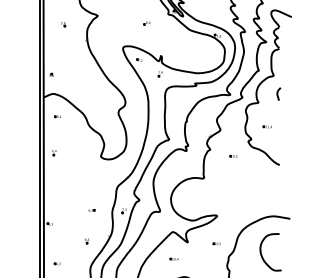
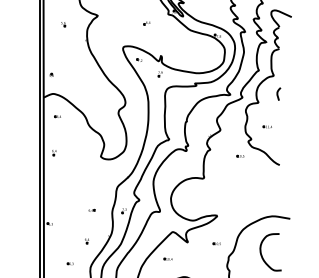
part at (233, 155) position: (233, 155) -> (240, 155)
part at (173, 258) position: (173, 258) -> (167, 258)
part at (56, 263) position: (56, 263) -> (69, 263)
